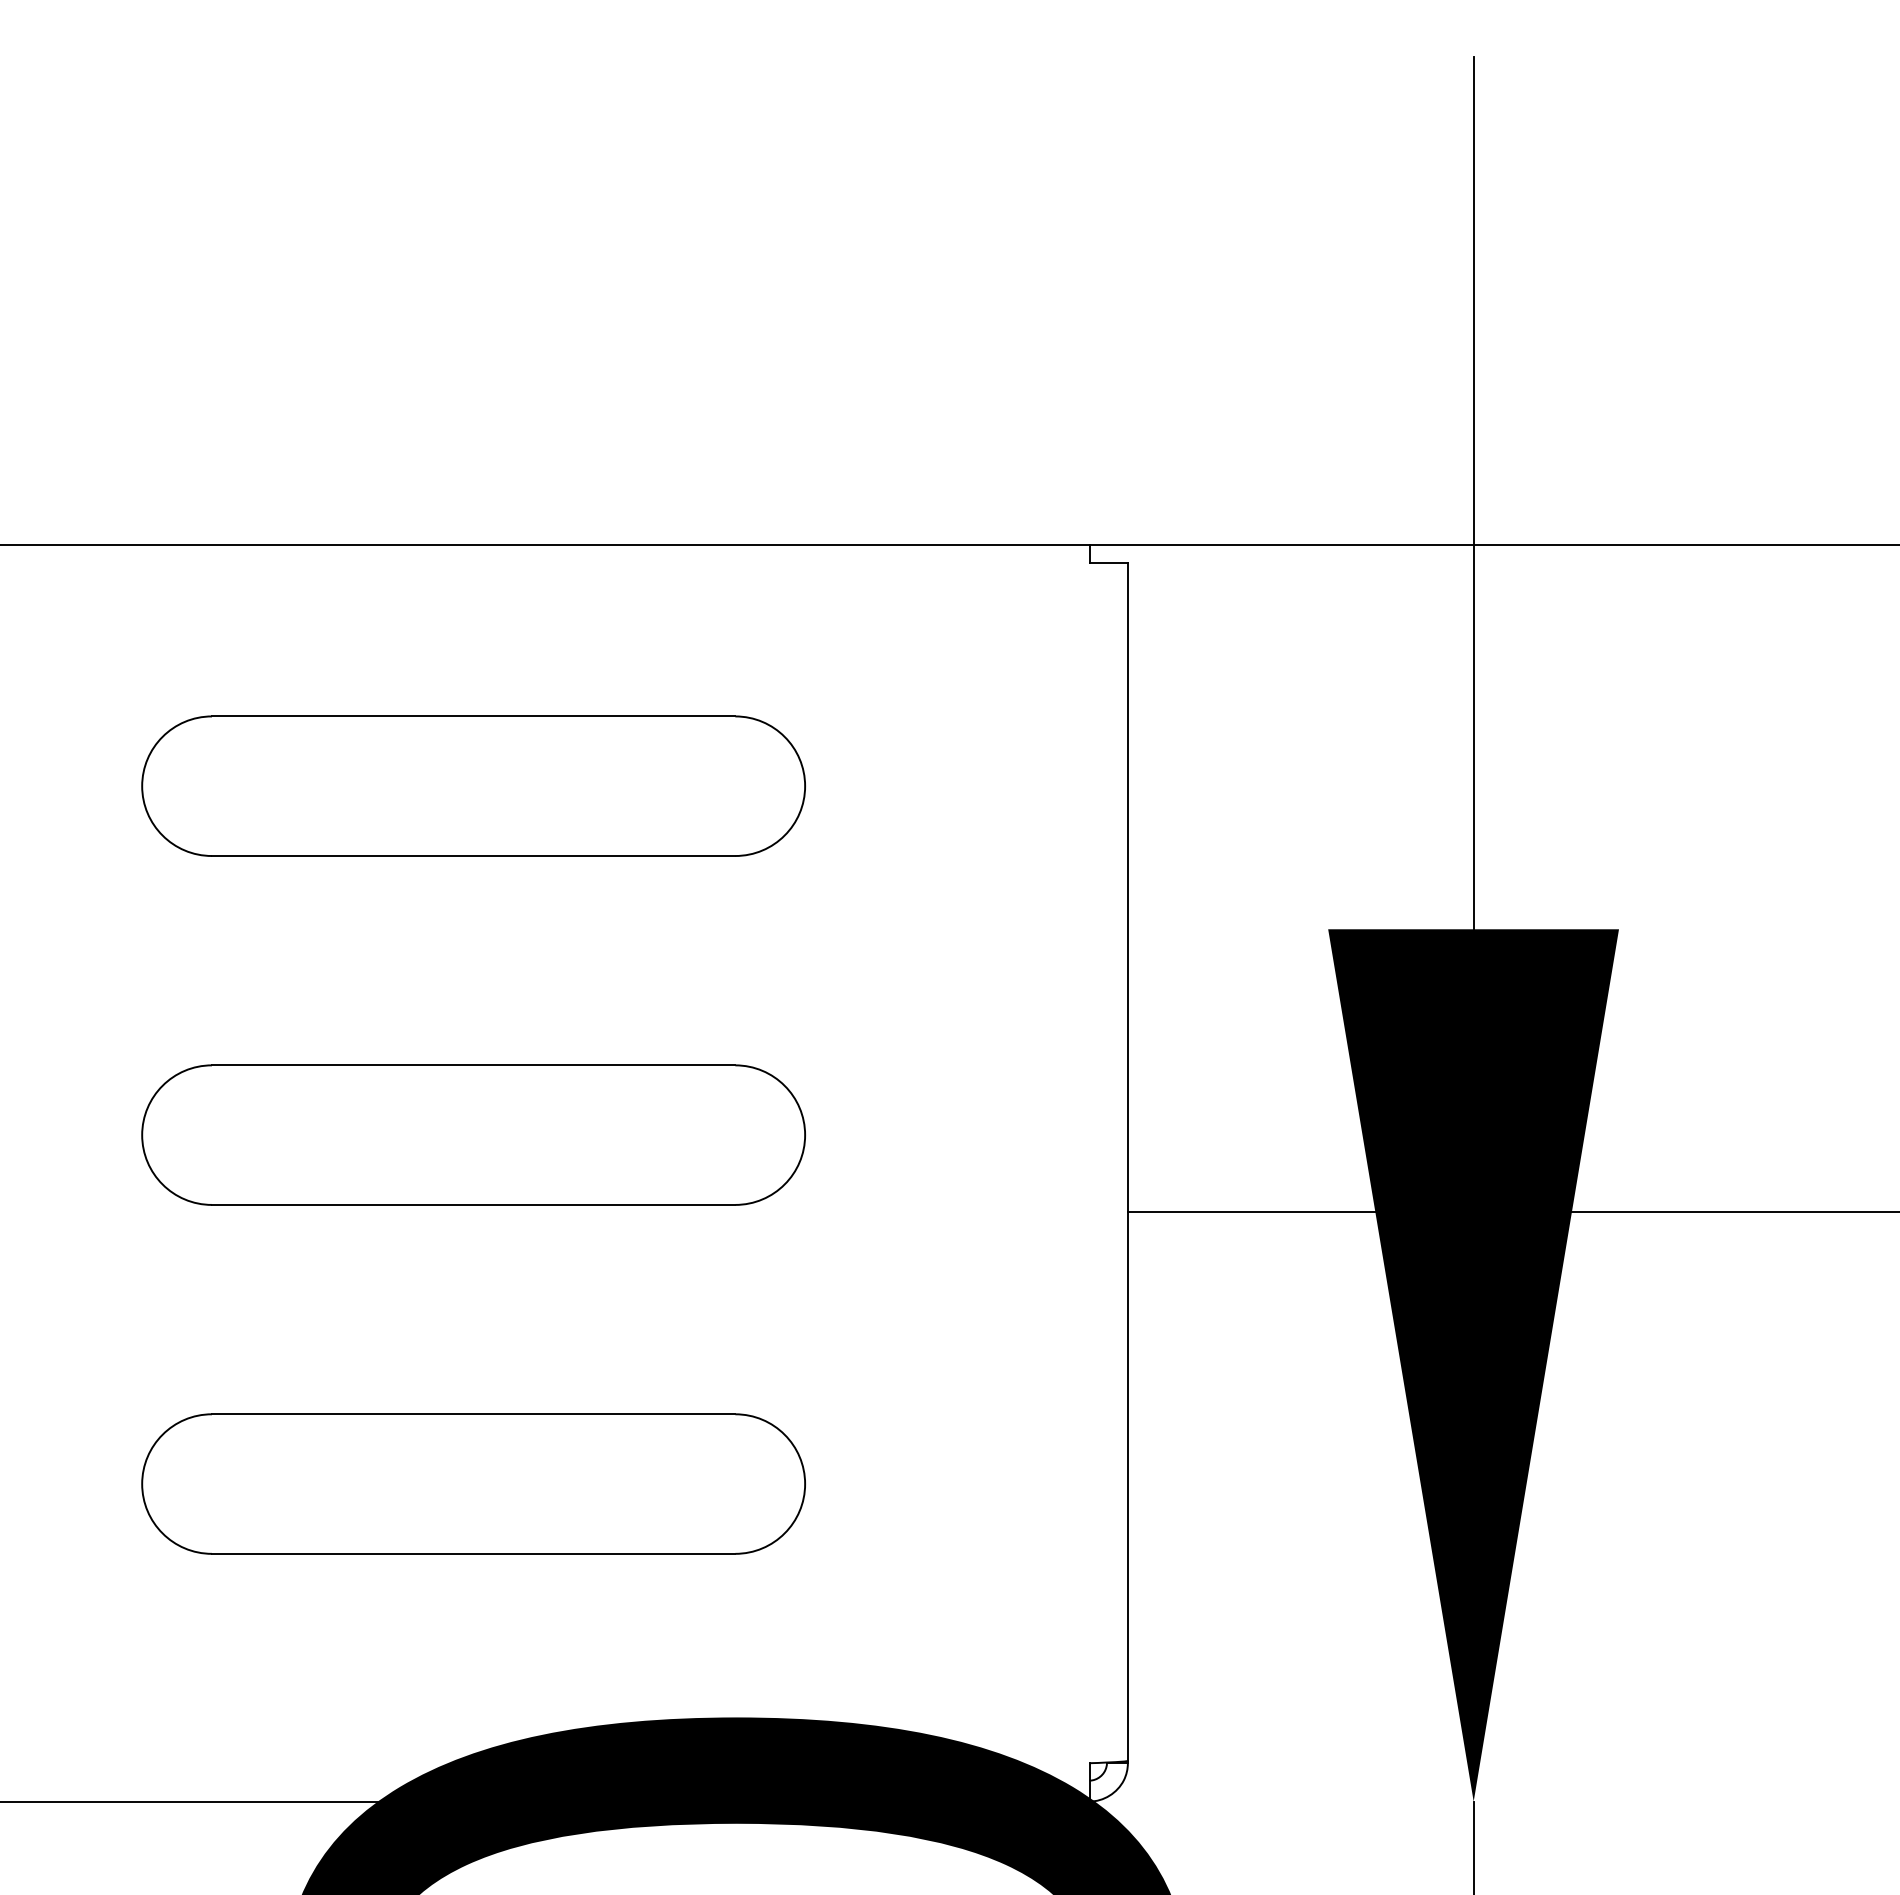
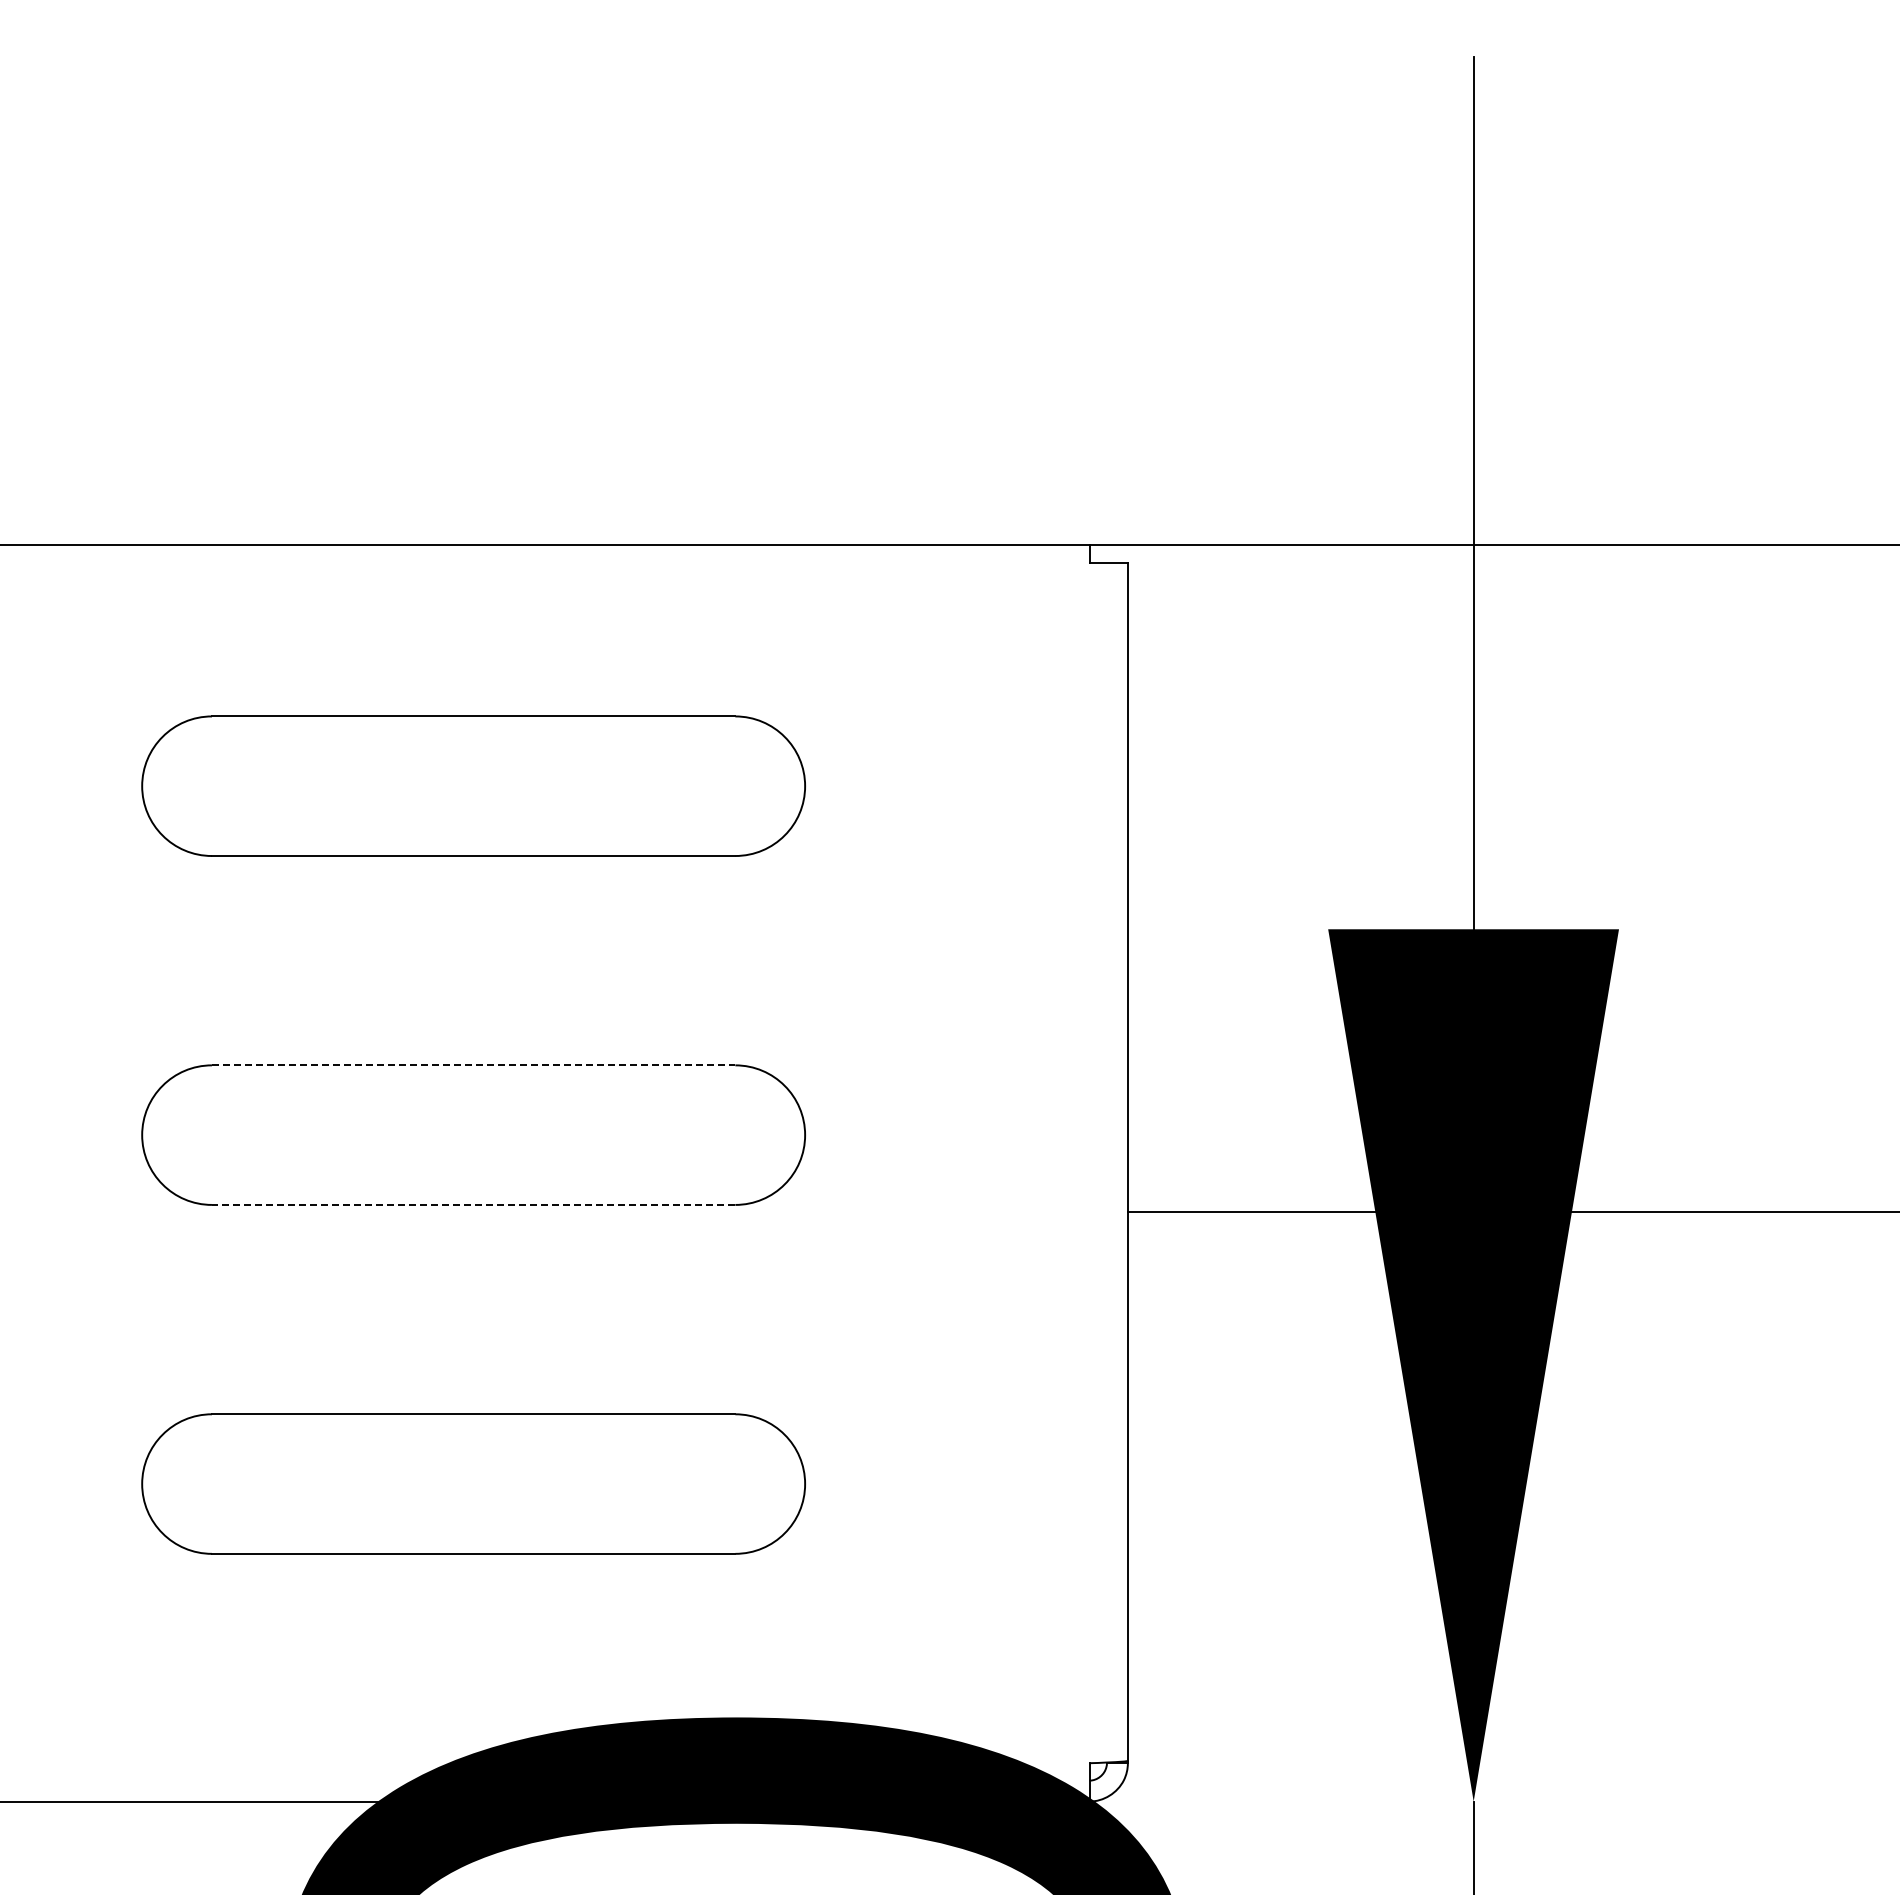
line at (473, 1065): solid -> dashed
line at (473, 1204): solid -> dashed
